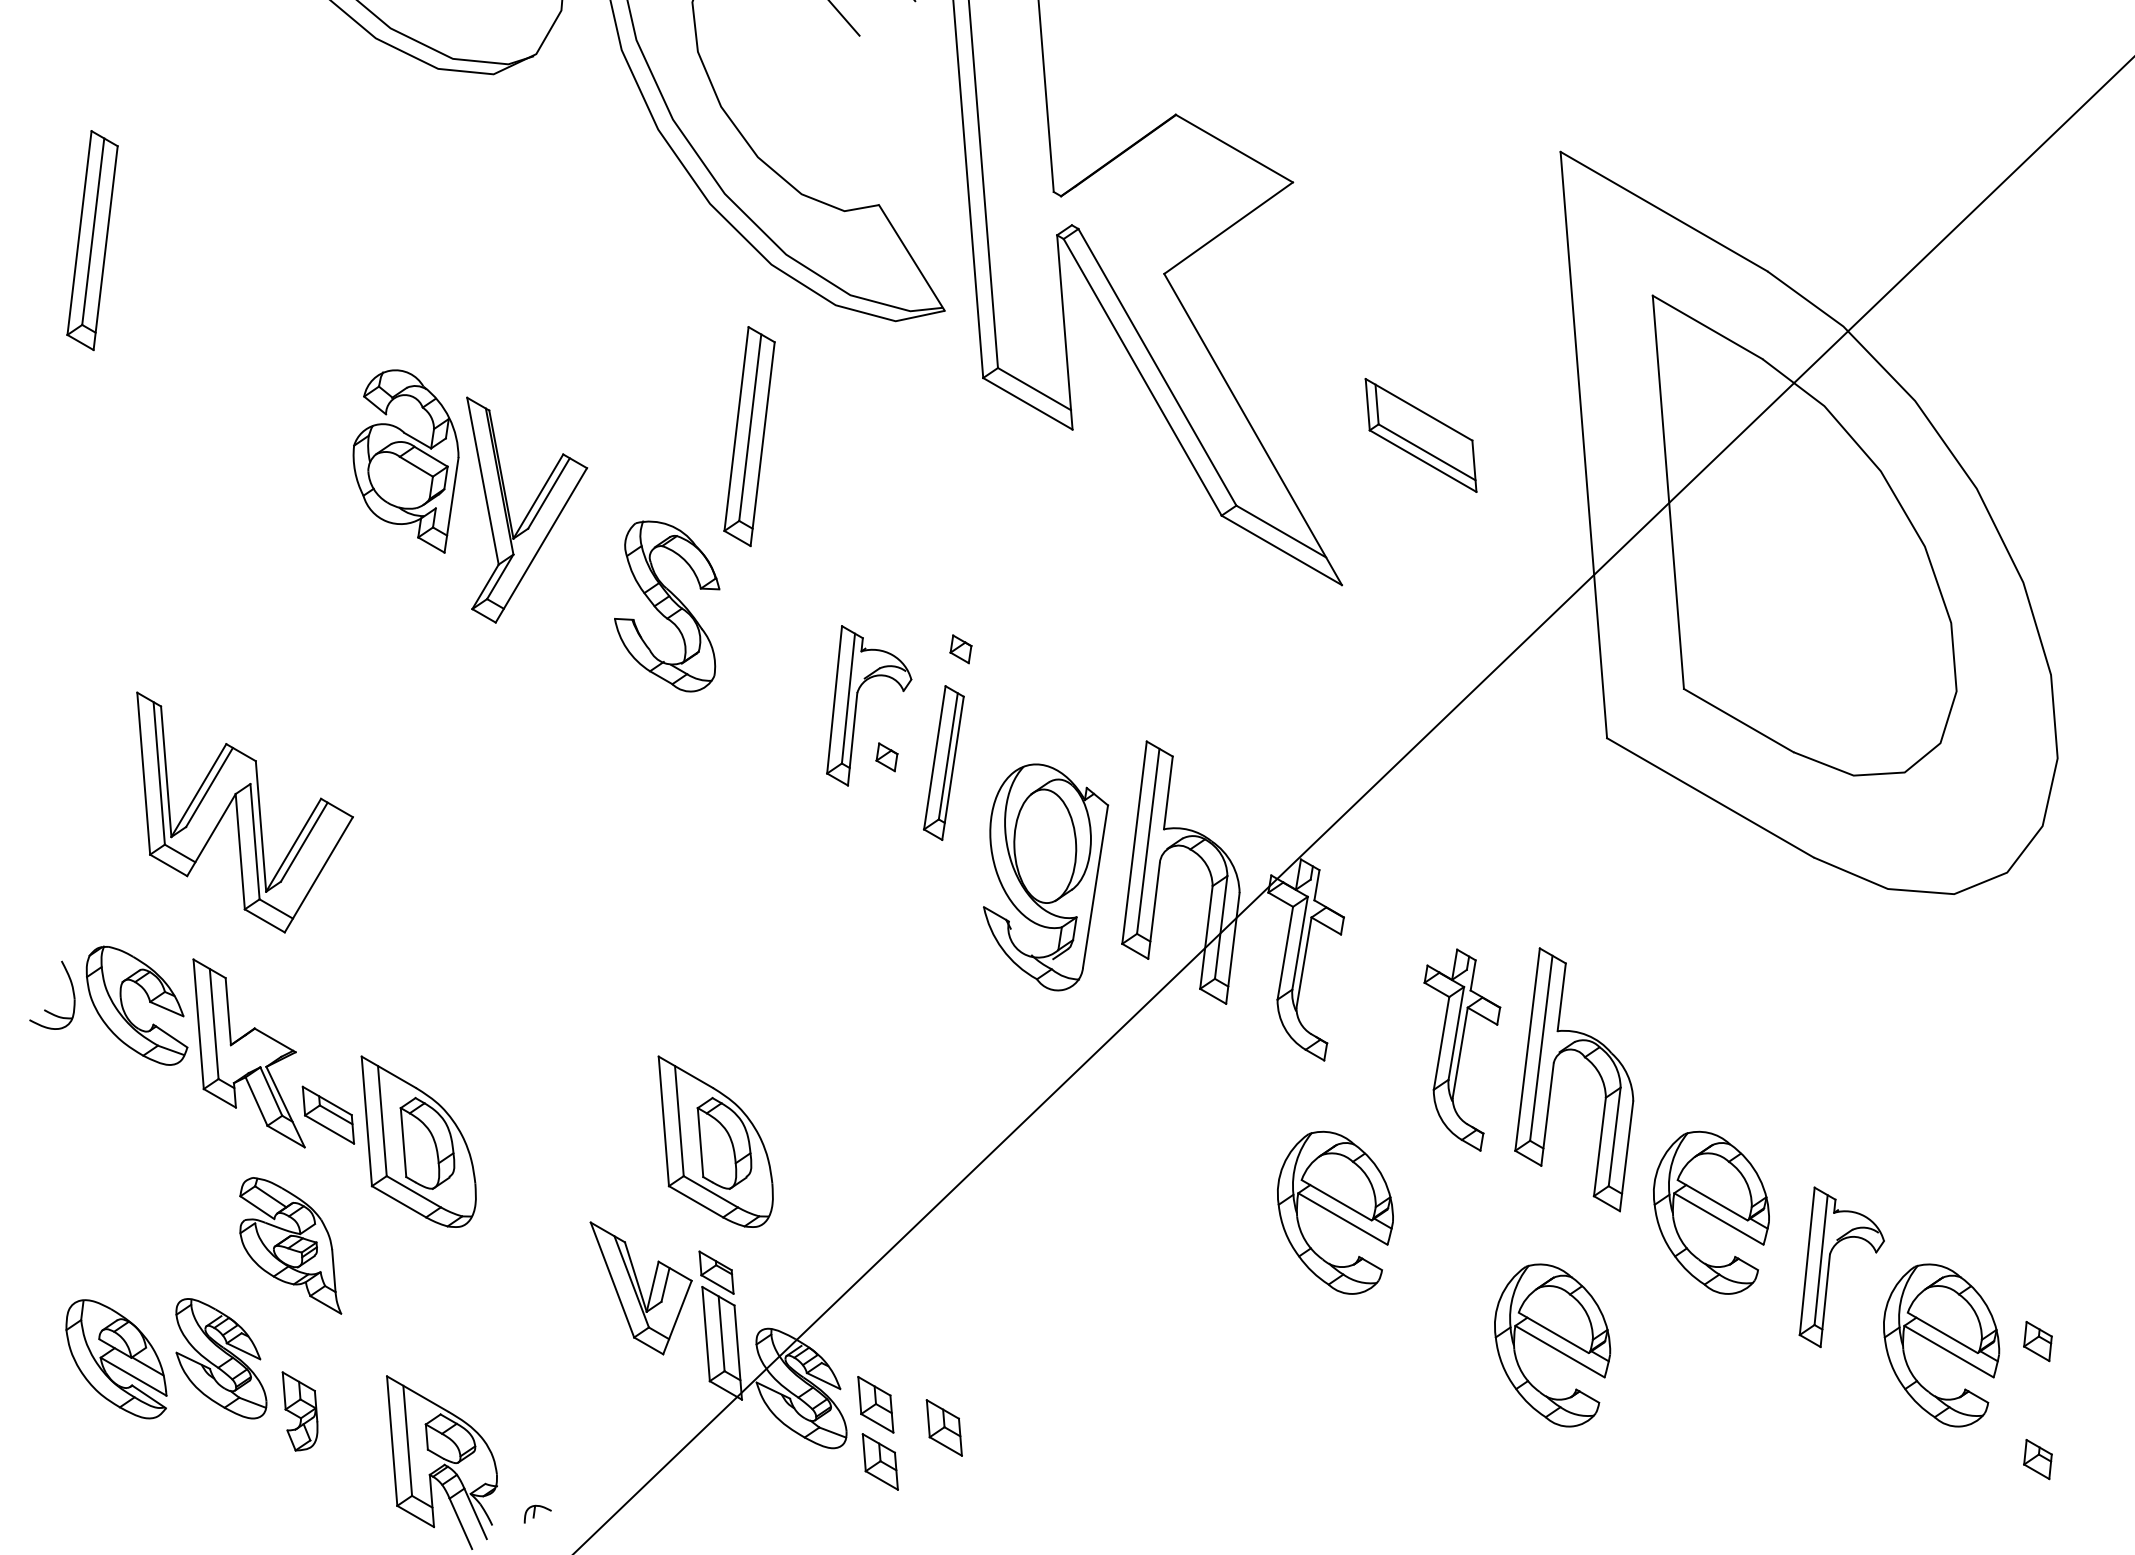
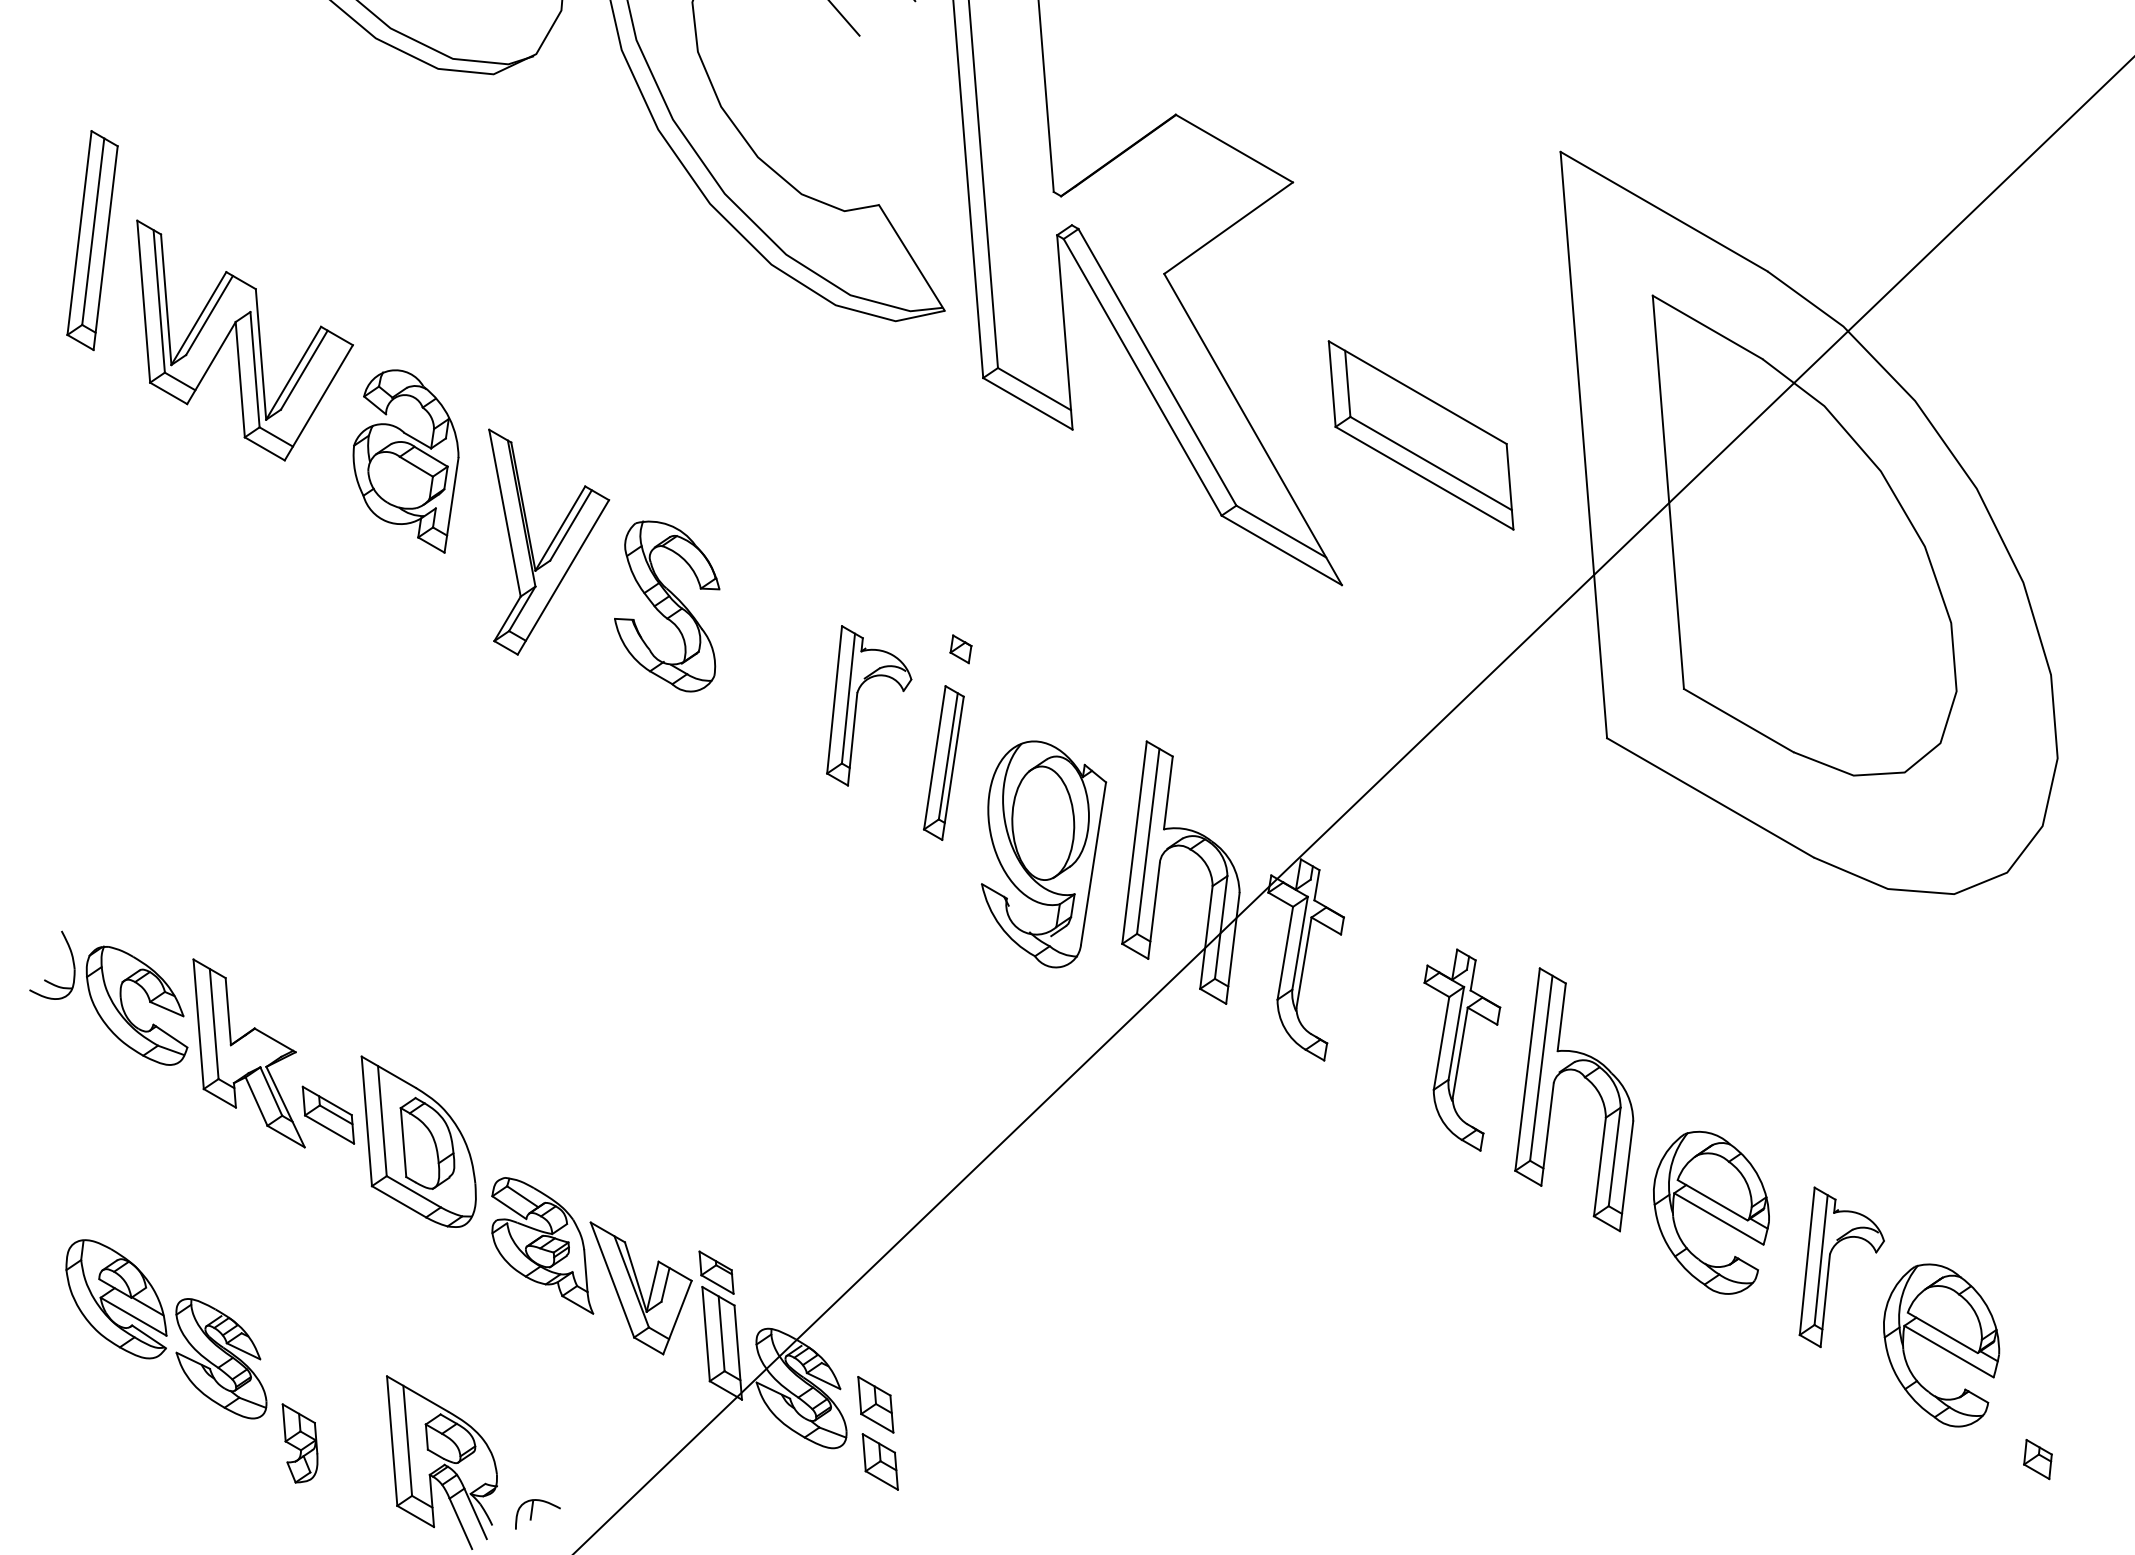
part at (1420, 435) size: 114x115 px -> 188x191 px
part at (749, 436): present -> none
part at (527, 509) position: (527, 509) -> (549, 541)
part at (886, 757): present -> none
part at (244, 812) position: (244, 812) -> (244, 340)
part at (1046, 877) position: (1046, 877) -> (1044, 854)
part at (45, 1009) position: (45, 1009) -> (45, 979)
part at (1553, 1076) position: (1553, 1076) -> (1553, 1096)
part at (715, 1141): present -> none
part at (1335, 1212): present -> none
part at (290, 1245) position: (290, 1245) -> (542, 1245)
part at (2037, 1341): present -> none
part at (1552, 1345): present -> none
part at (116, 1359) position: (116, 1359) -> (116, 1299)
part at (299, 1411) position: (299, 1411) -> (299, 1443)
part at (943, 1427): present -> none
part at (537, 1513) size: 29x20 px -> 46x31 px
